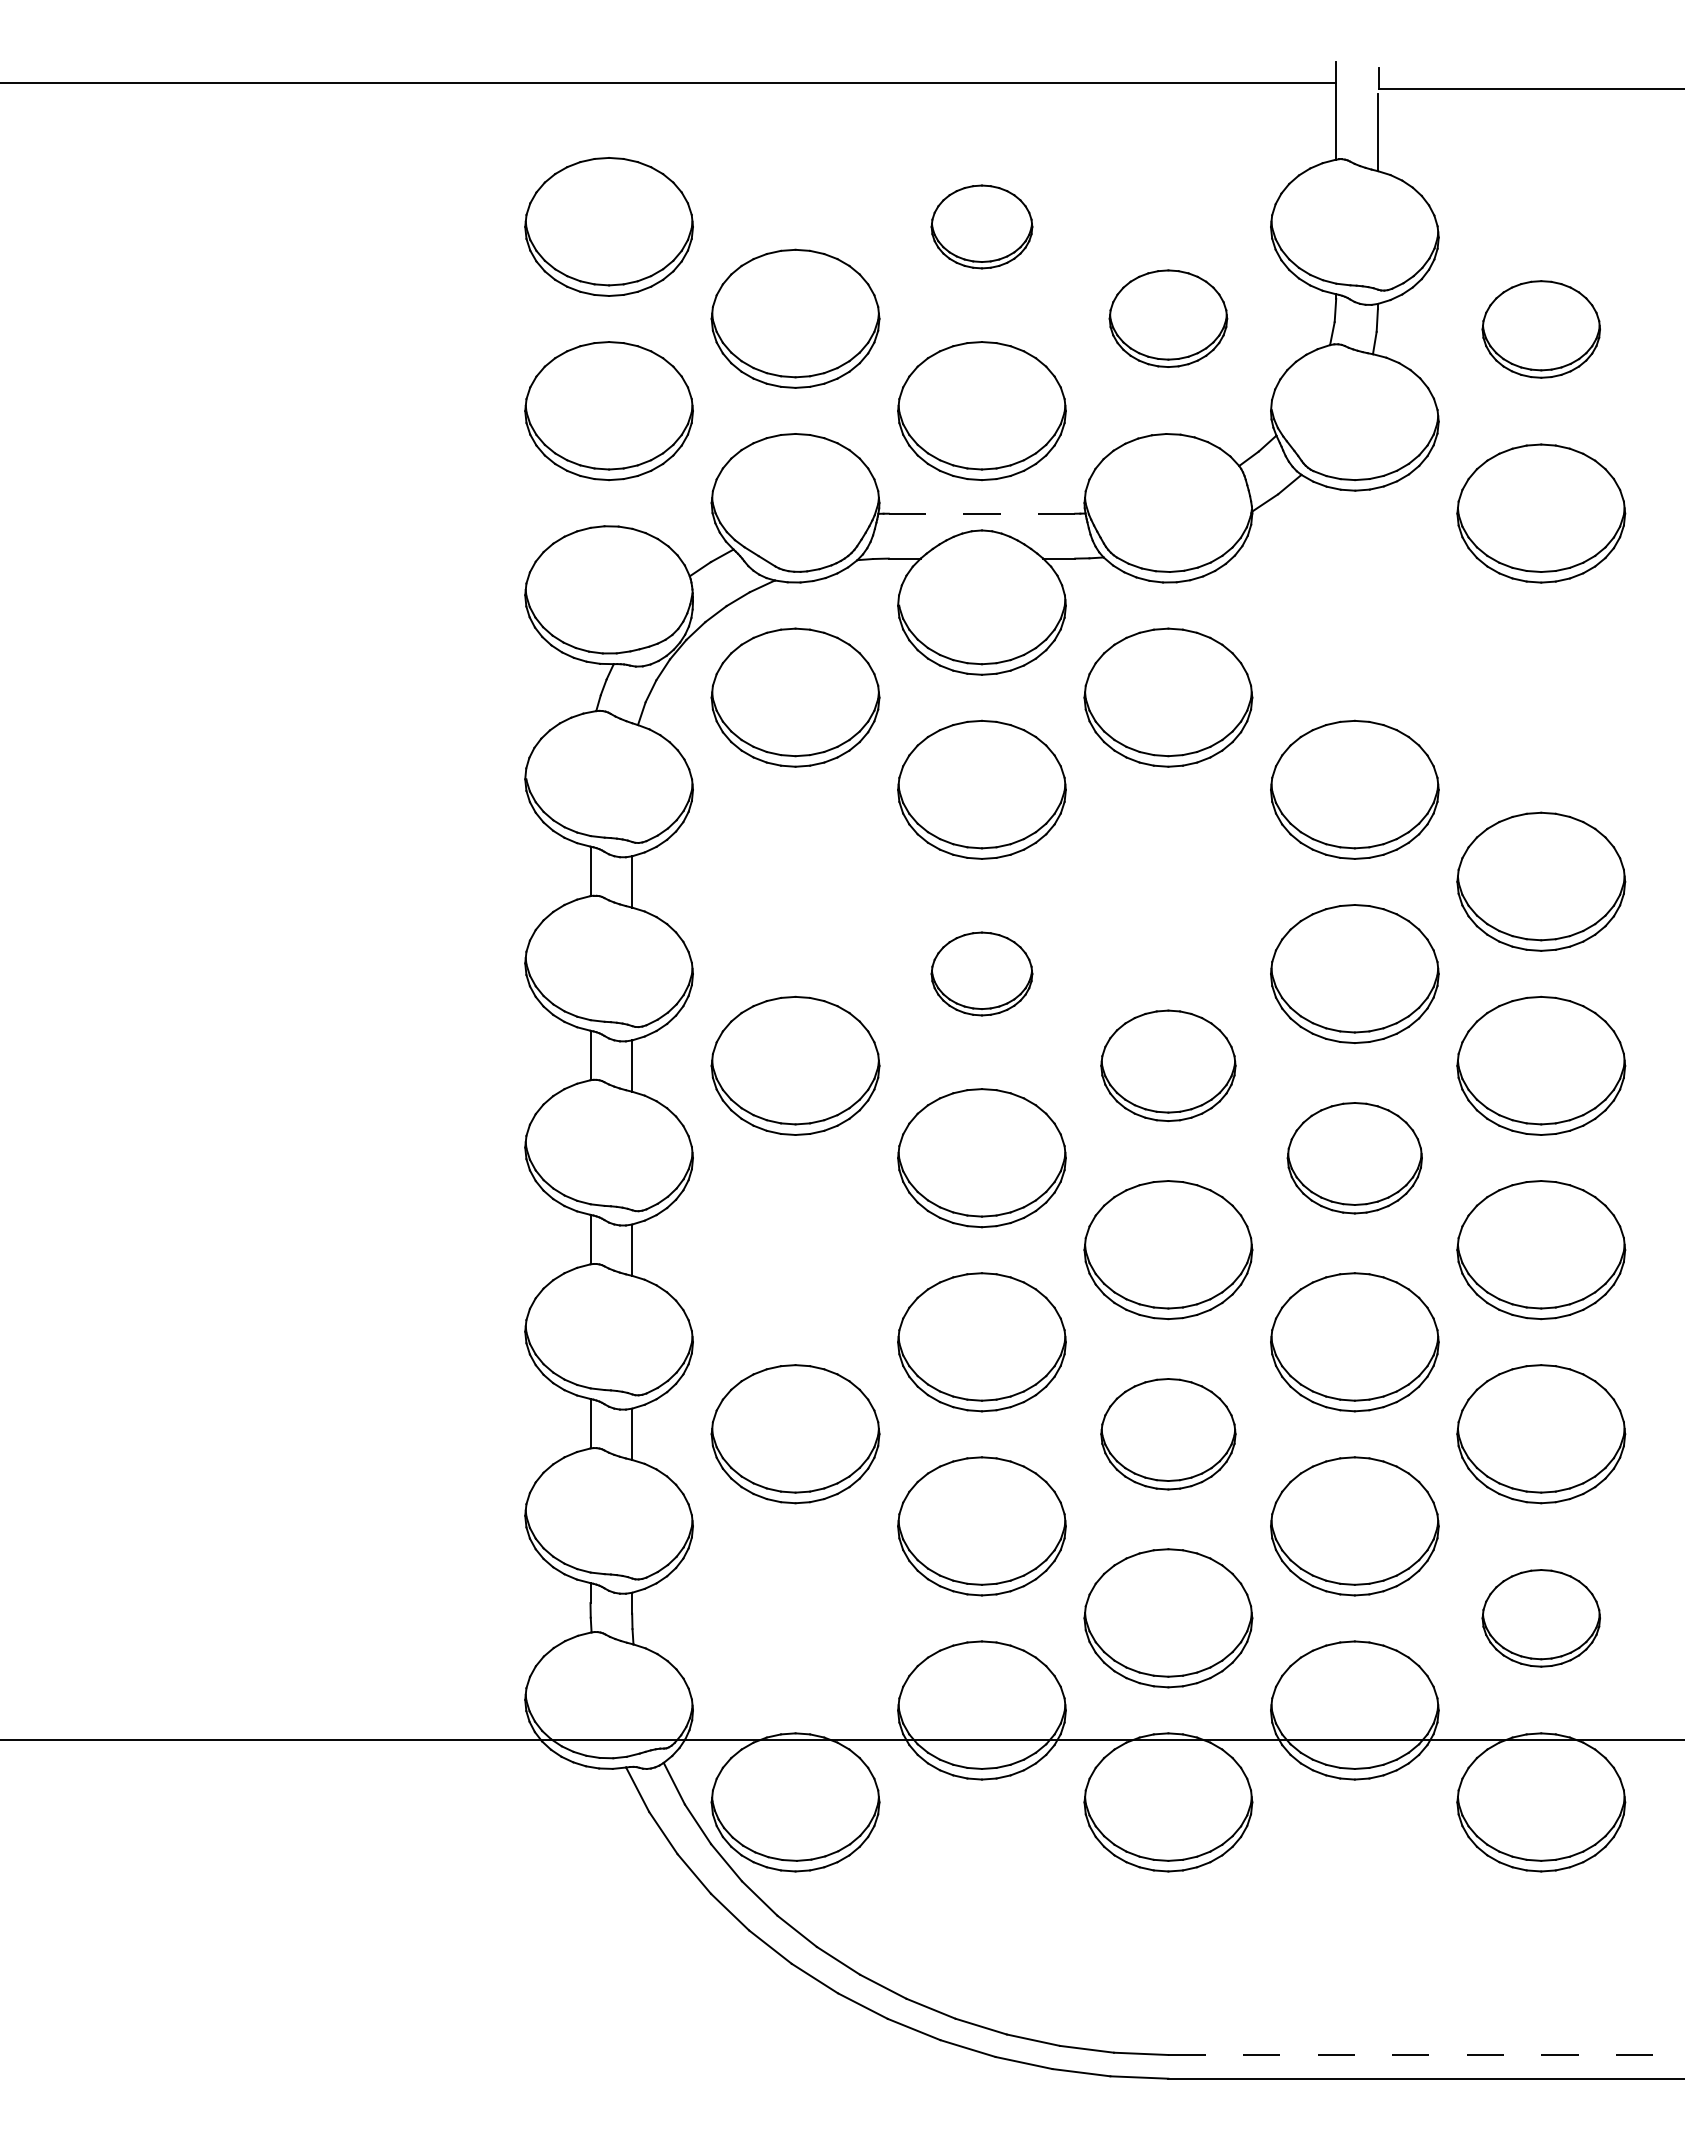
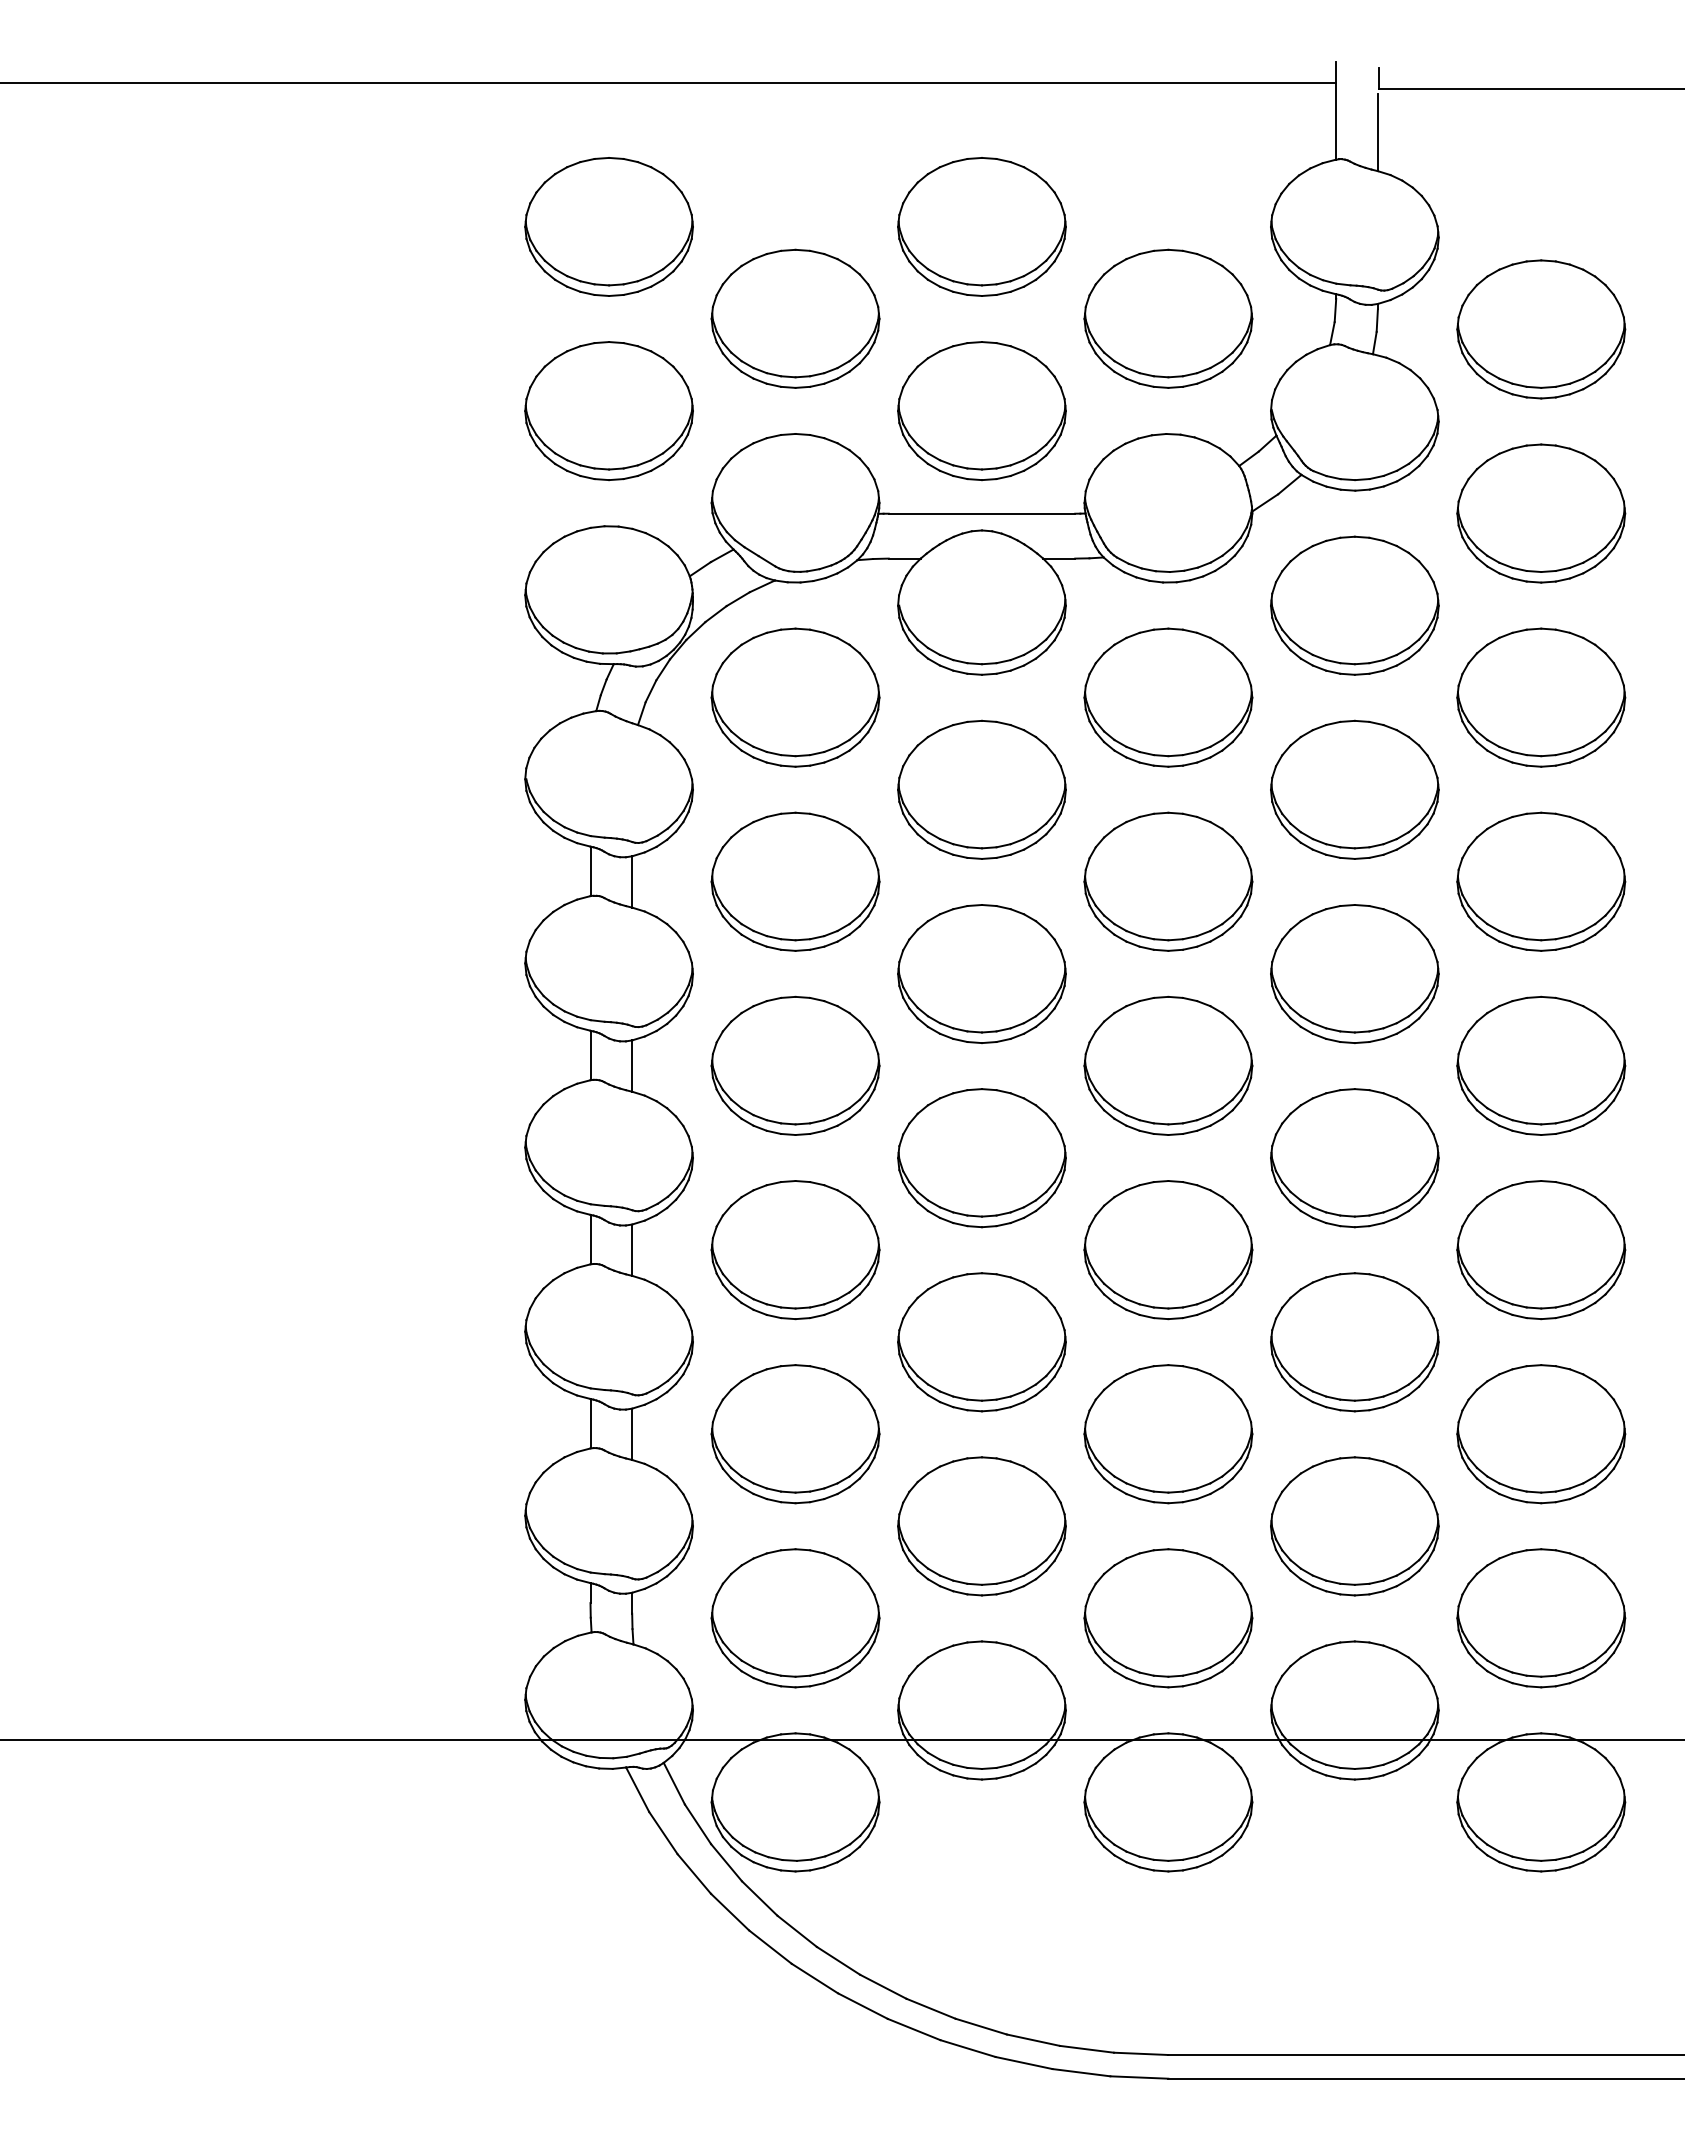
part at (981, 226) size: 104x86 px -> 170x140 px
part at (1168, 318) size: 121x99 px -> 171x141 px
part at (1540, 329) size: 120x99 px -> 171x141 px
line at (981, 513): dashed -> solid
part at (1354, 605): none -> present
part at (1541, 697): none -> present
part at (795, 881): none -> present
part at (1168, 881): none -> present
part at (981, 973) size: 104x86 px -> 170x140 px
part at (1168, 1065) size: 137x113 px -> 171x141 px
part at (1354, 1158) size: 137x113 px -> 170x141 px
part at (795, 1250): none -> present
part at (1168, 1434) size: 137x113 px -> 171x141 px
part at (795, 1618): none -> present
part at (1540, 1618) size: 120x99 px -> 171x141 px
line at (1426, 2054): dashed -> solid
